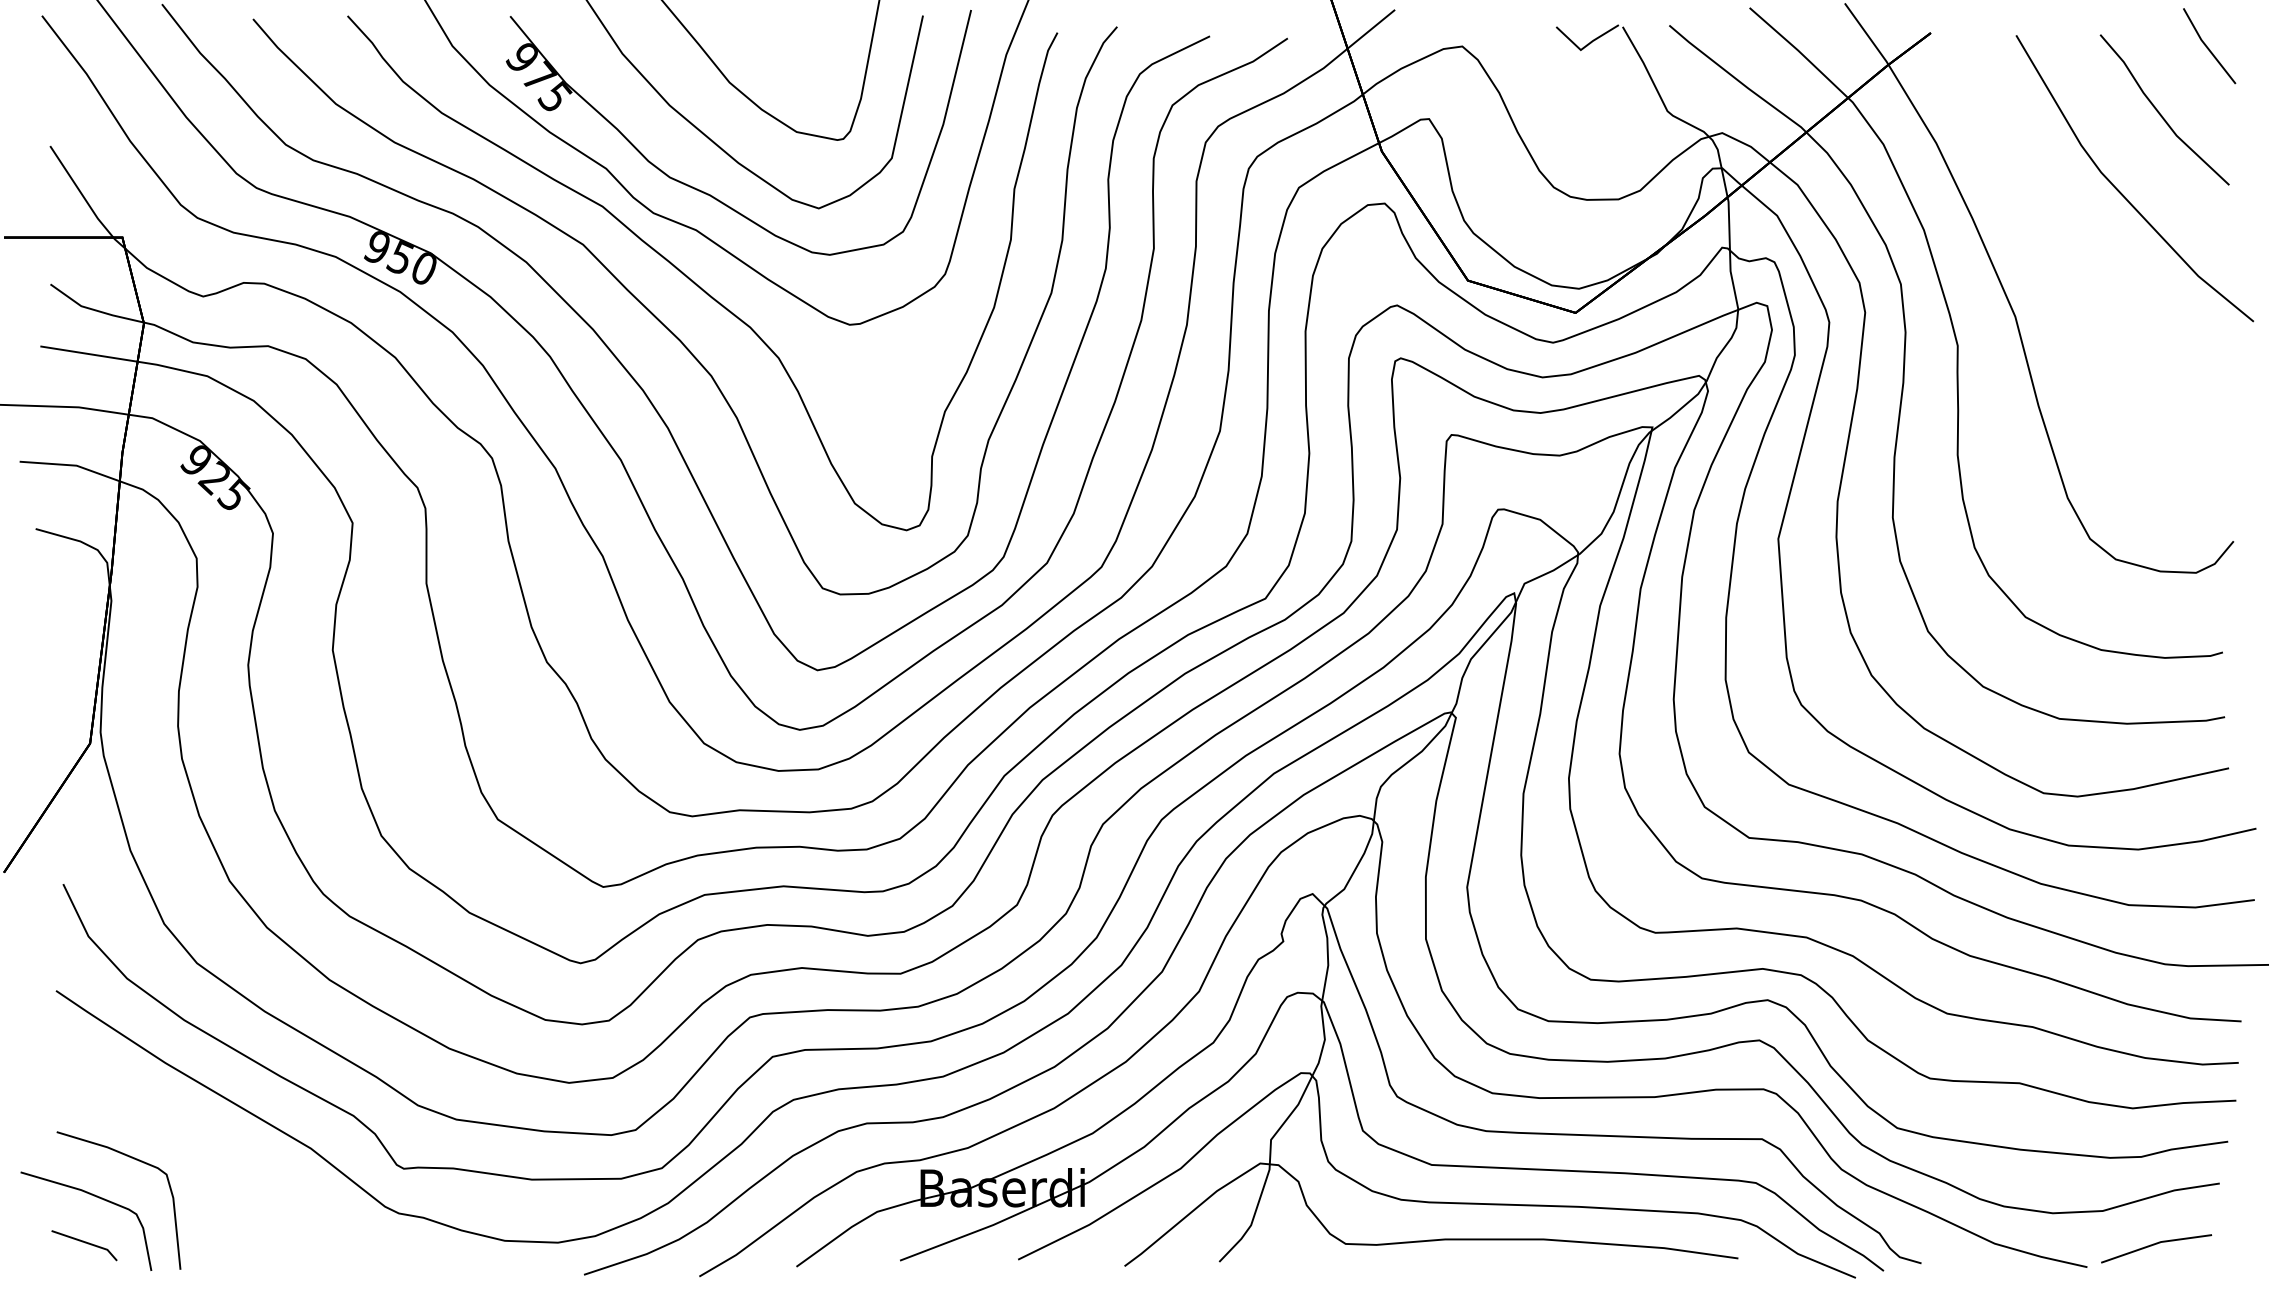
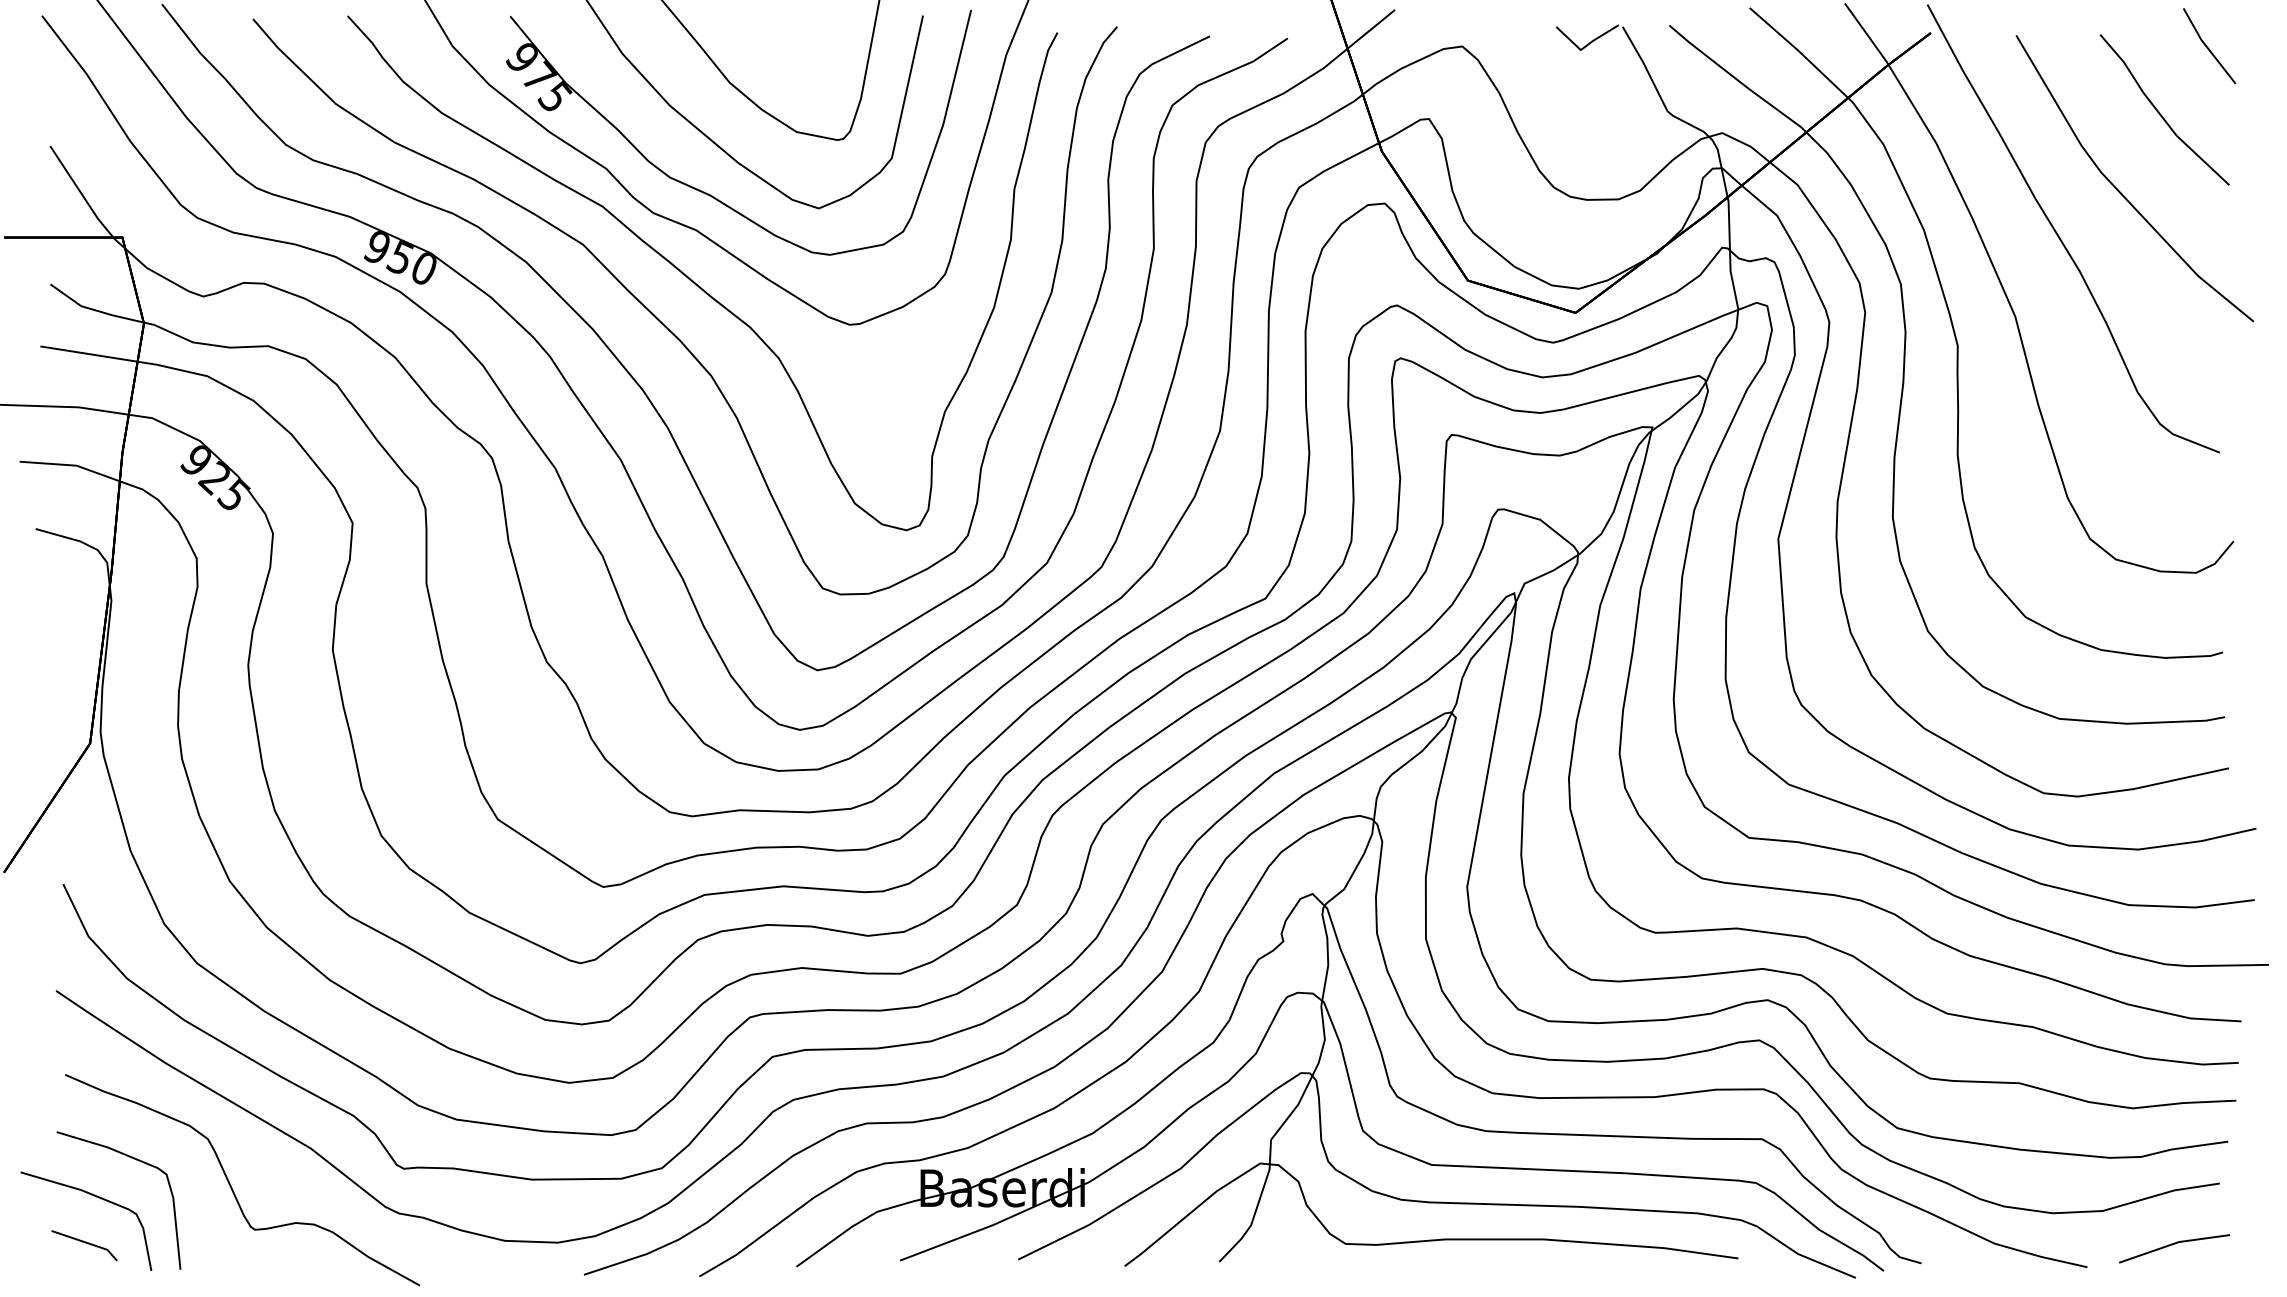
curve at (2060, 237): none -> present
curve at (231, 1185): none -> present
line at (2154, 1245) position: (2154, 1245) -> (2172, 1245)
